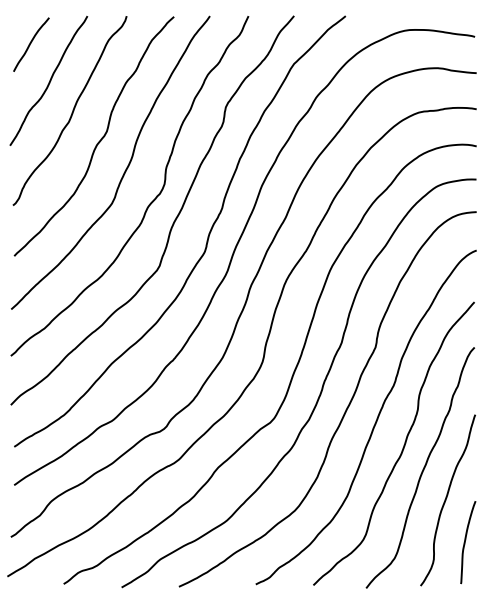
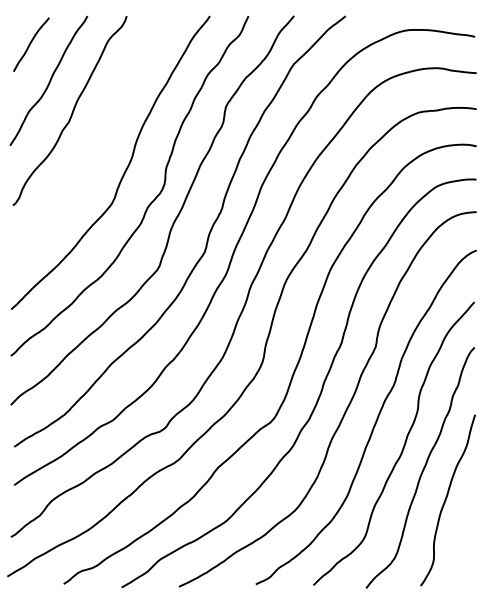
curve at (98, 141): present -> none
curve at (466, 540): present -> none
